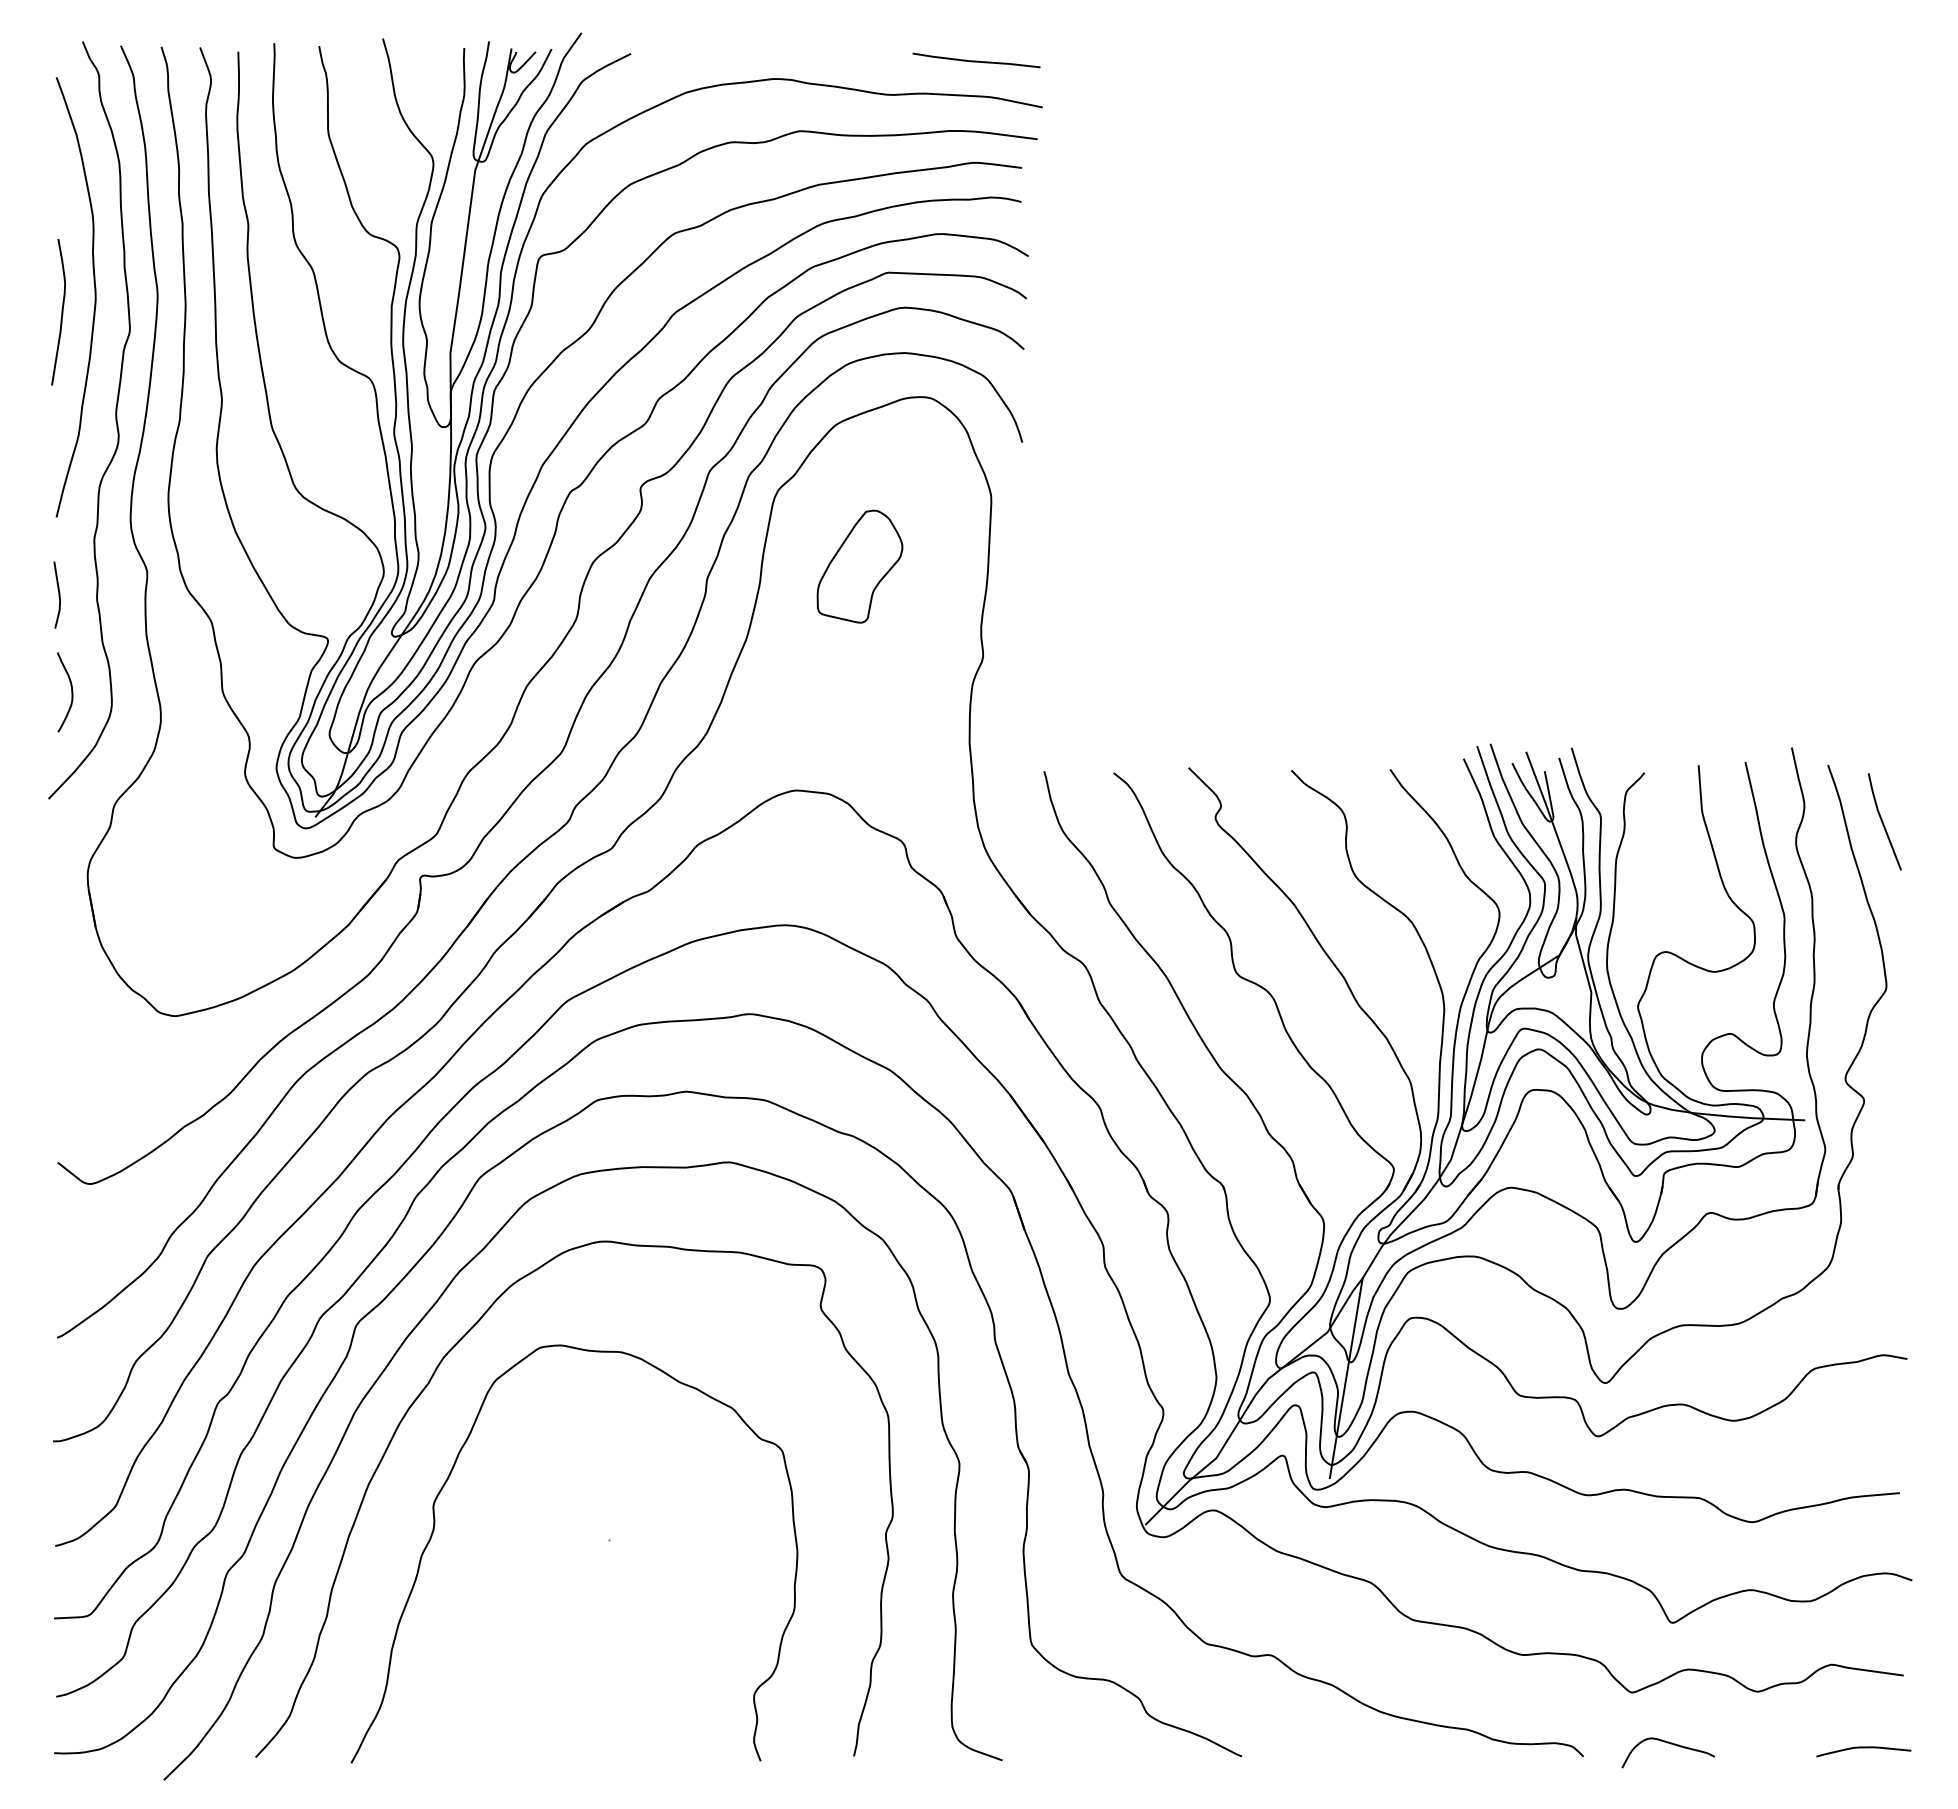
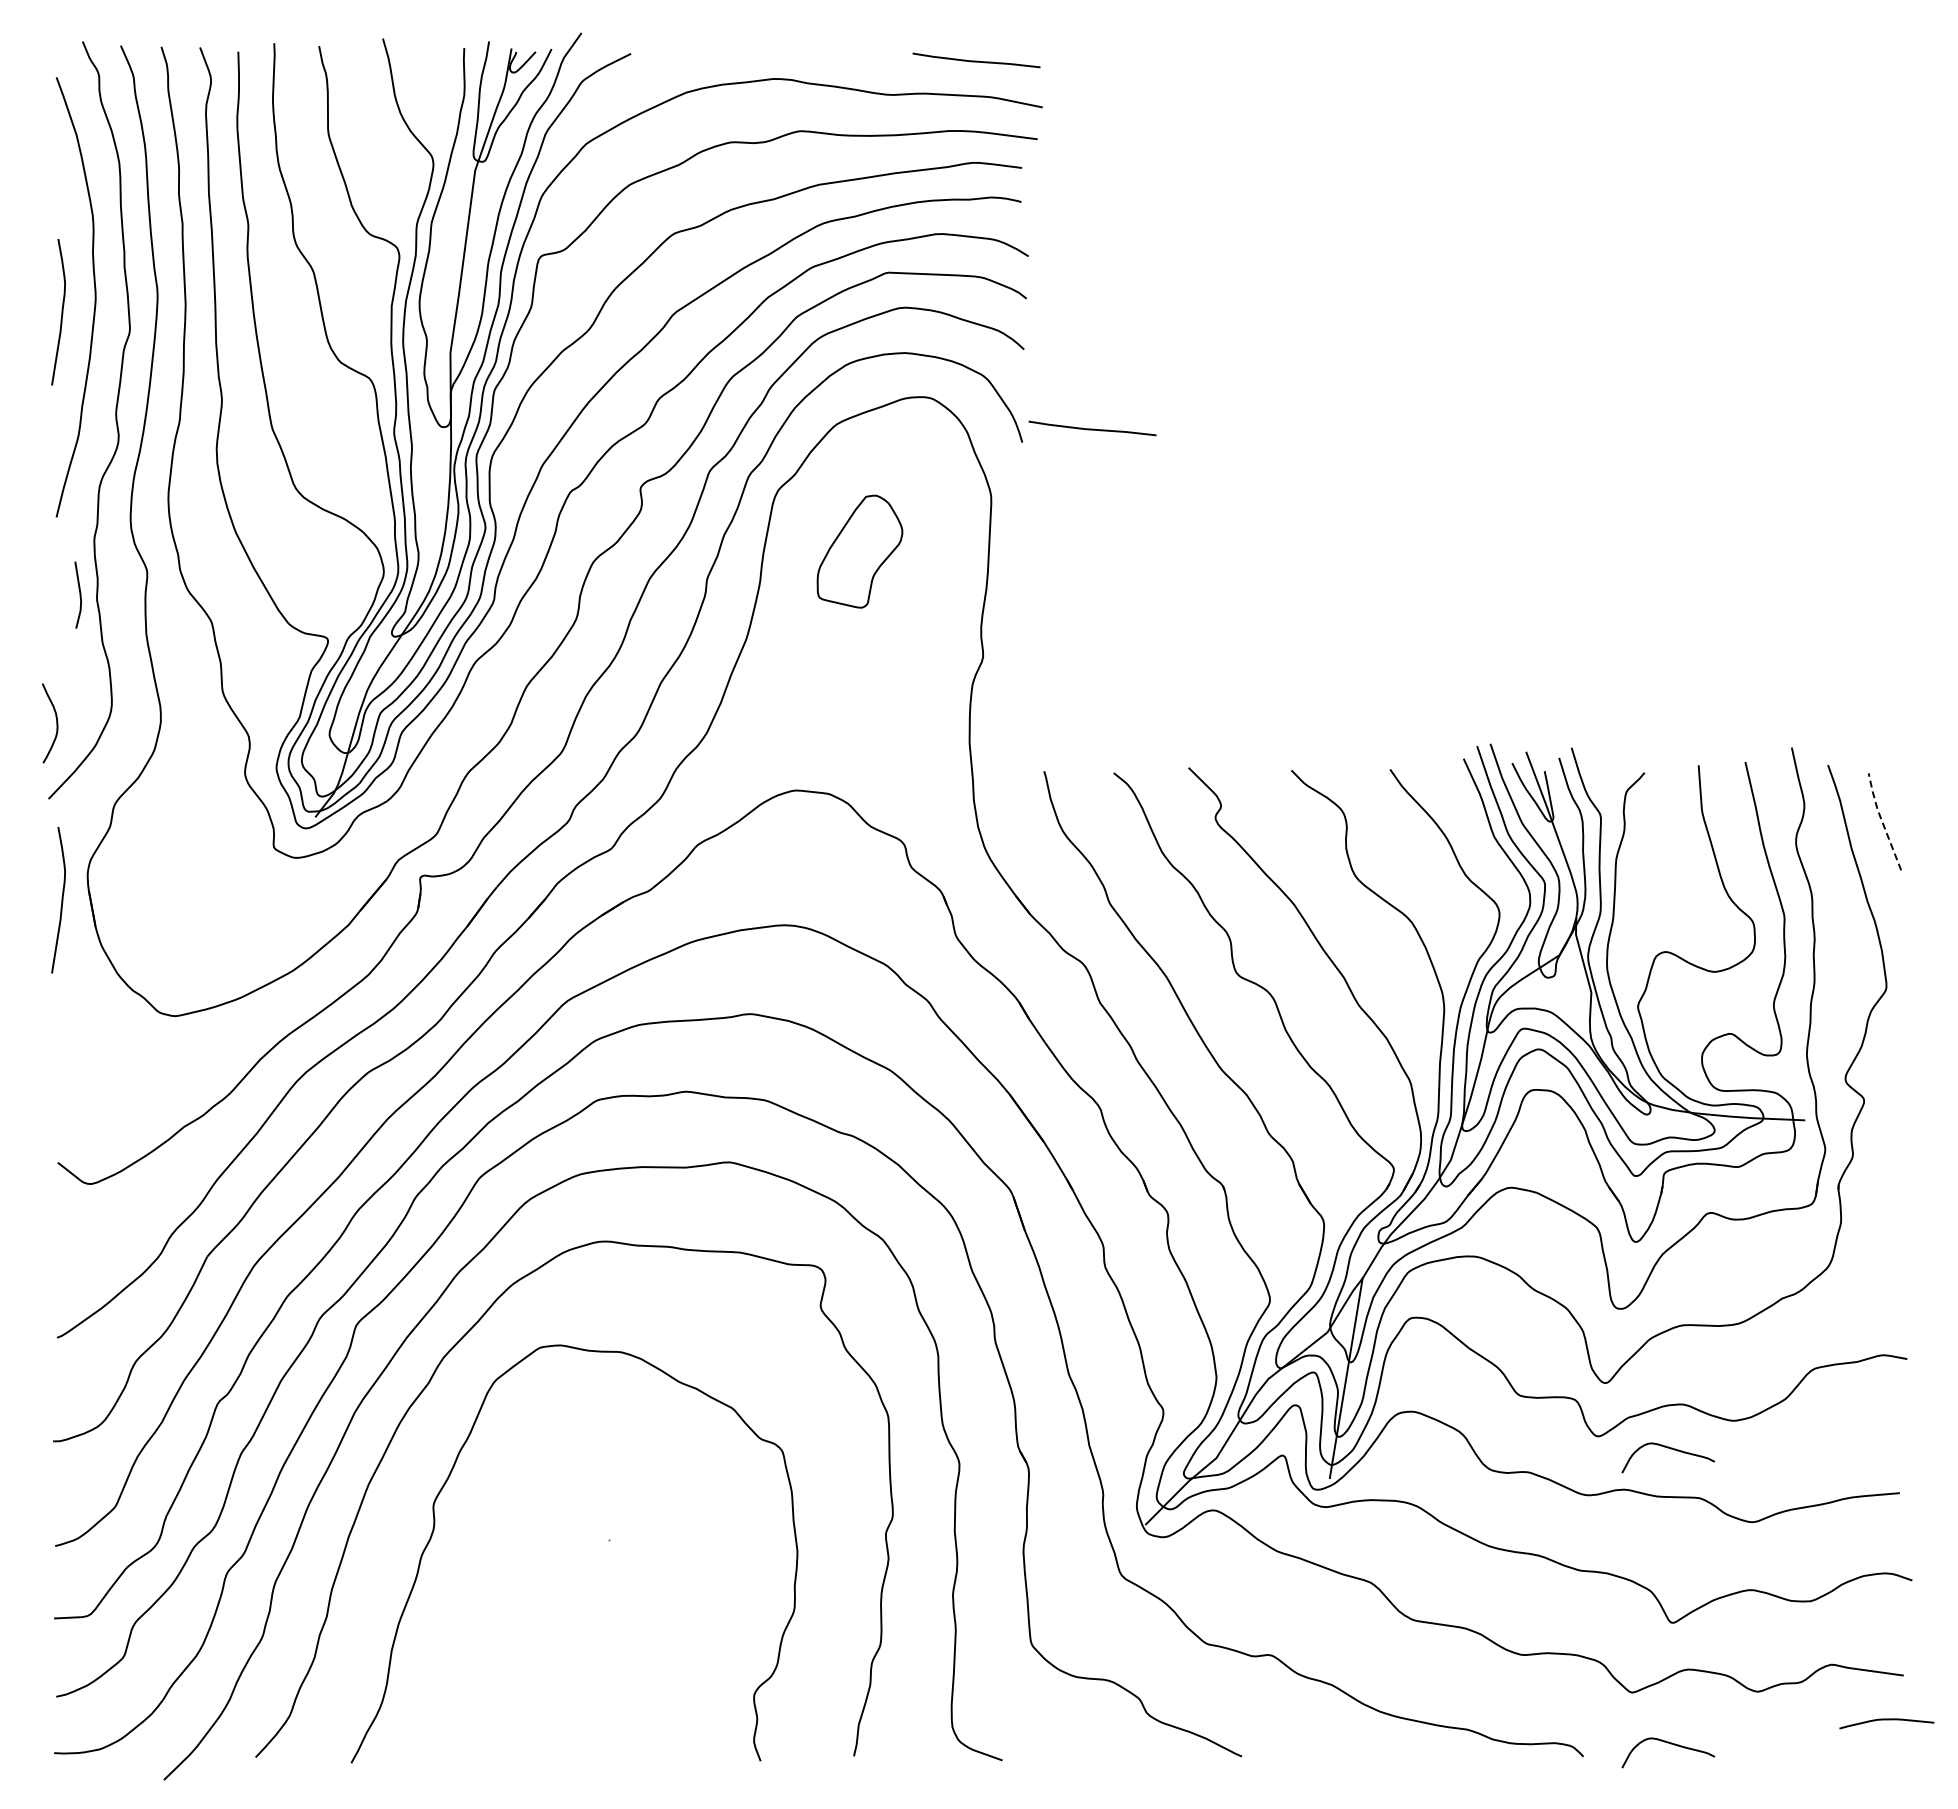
line at (1092, 428): none -> present
part at (859, 566) position: (859, 566) -> (859, 551)
line at (58, 594) position: (58, 594) -> (79, 594)
curve at (71, 692) position: (71, 692) -> (56, 723)
line at (1882, 821): solid -> dashed
curve at (61, 900): none -> present
curve at (1670, 1449): none -> present
curve at (1863, 1748) position: (1863, 1748) -> (1886, 1720)
